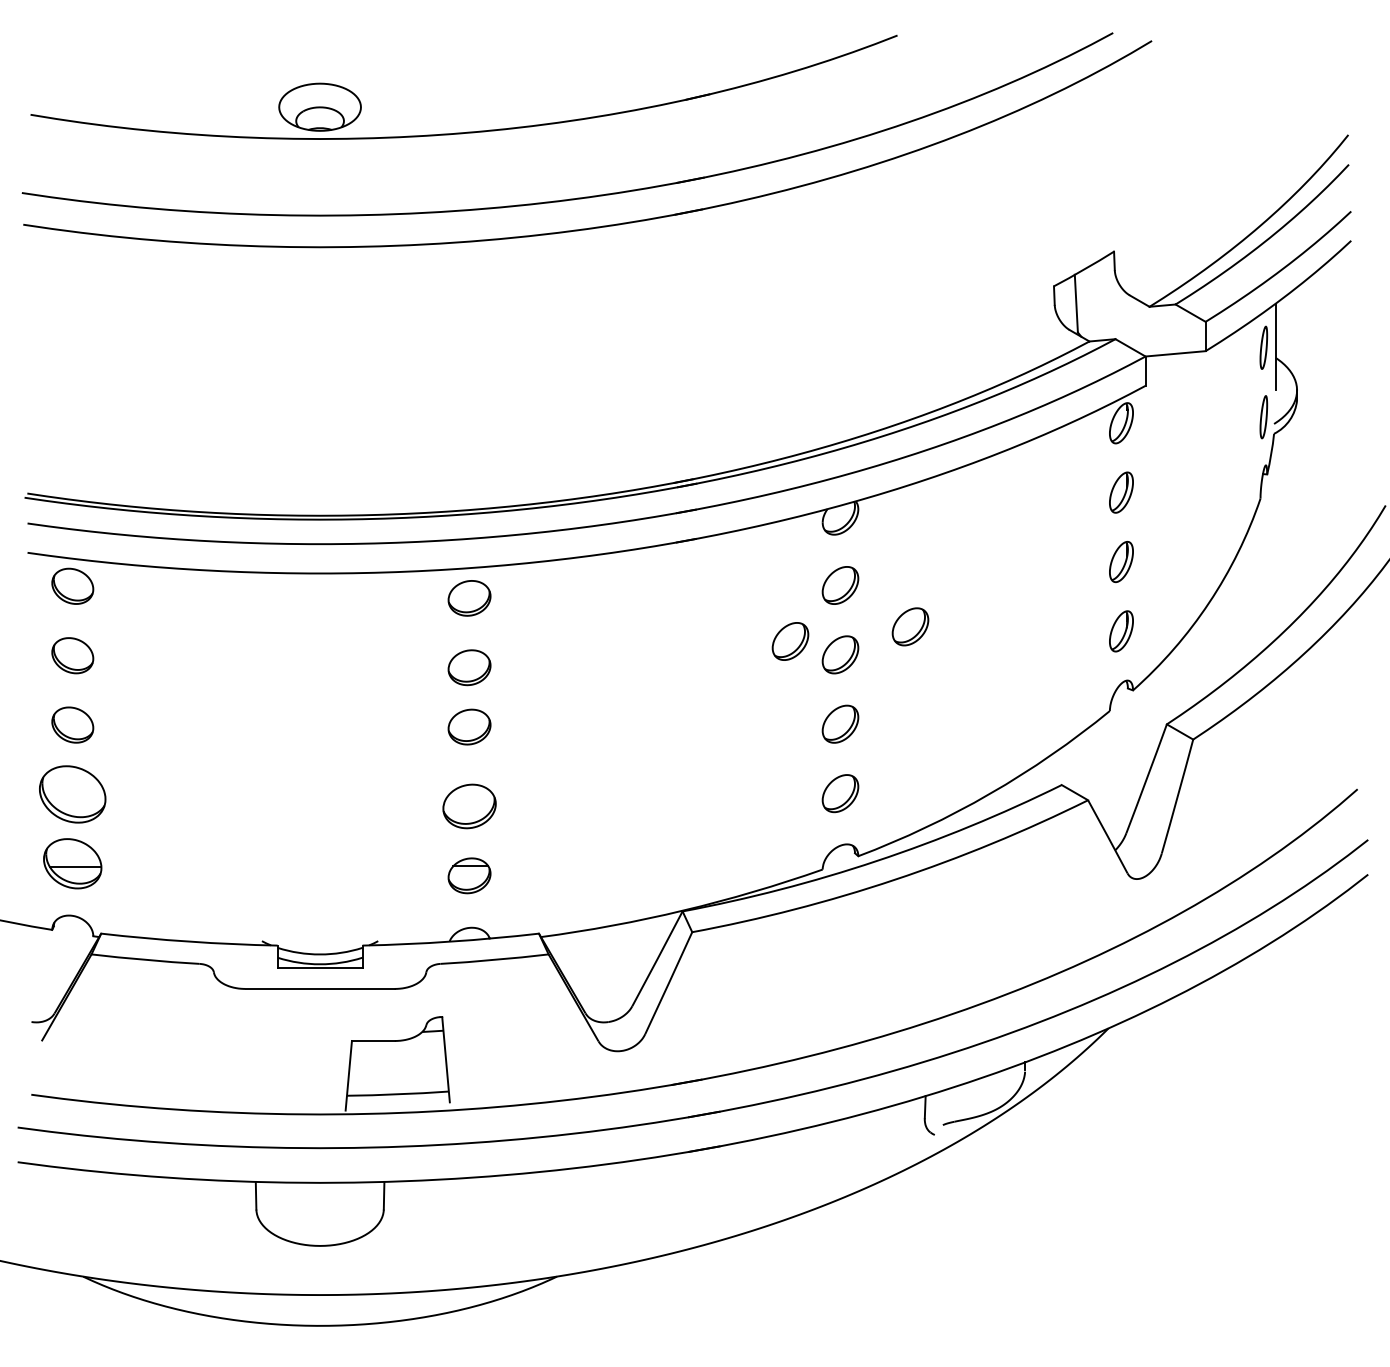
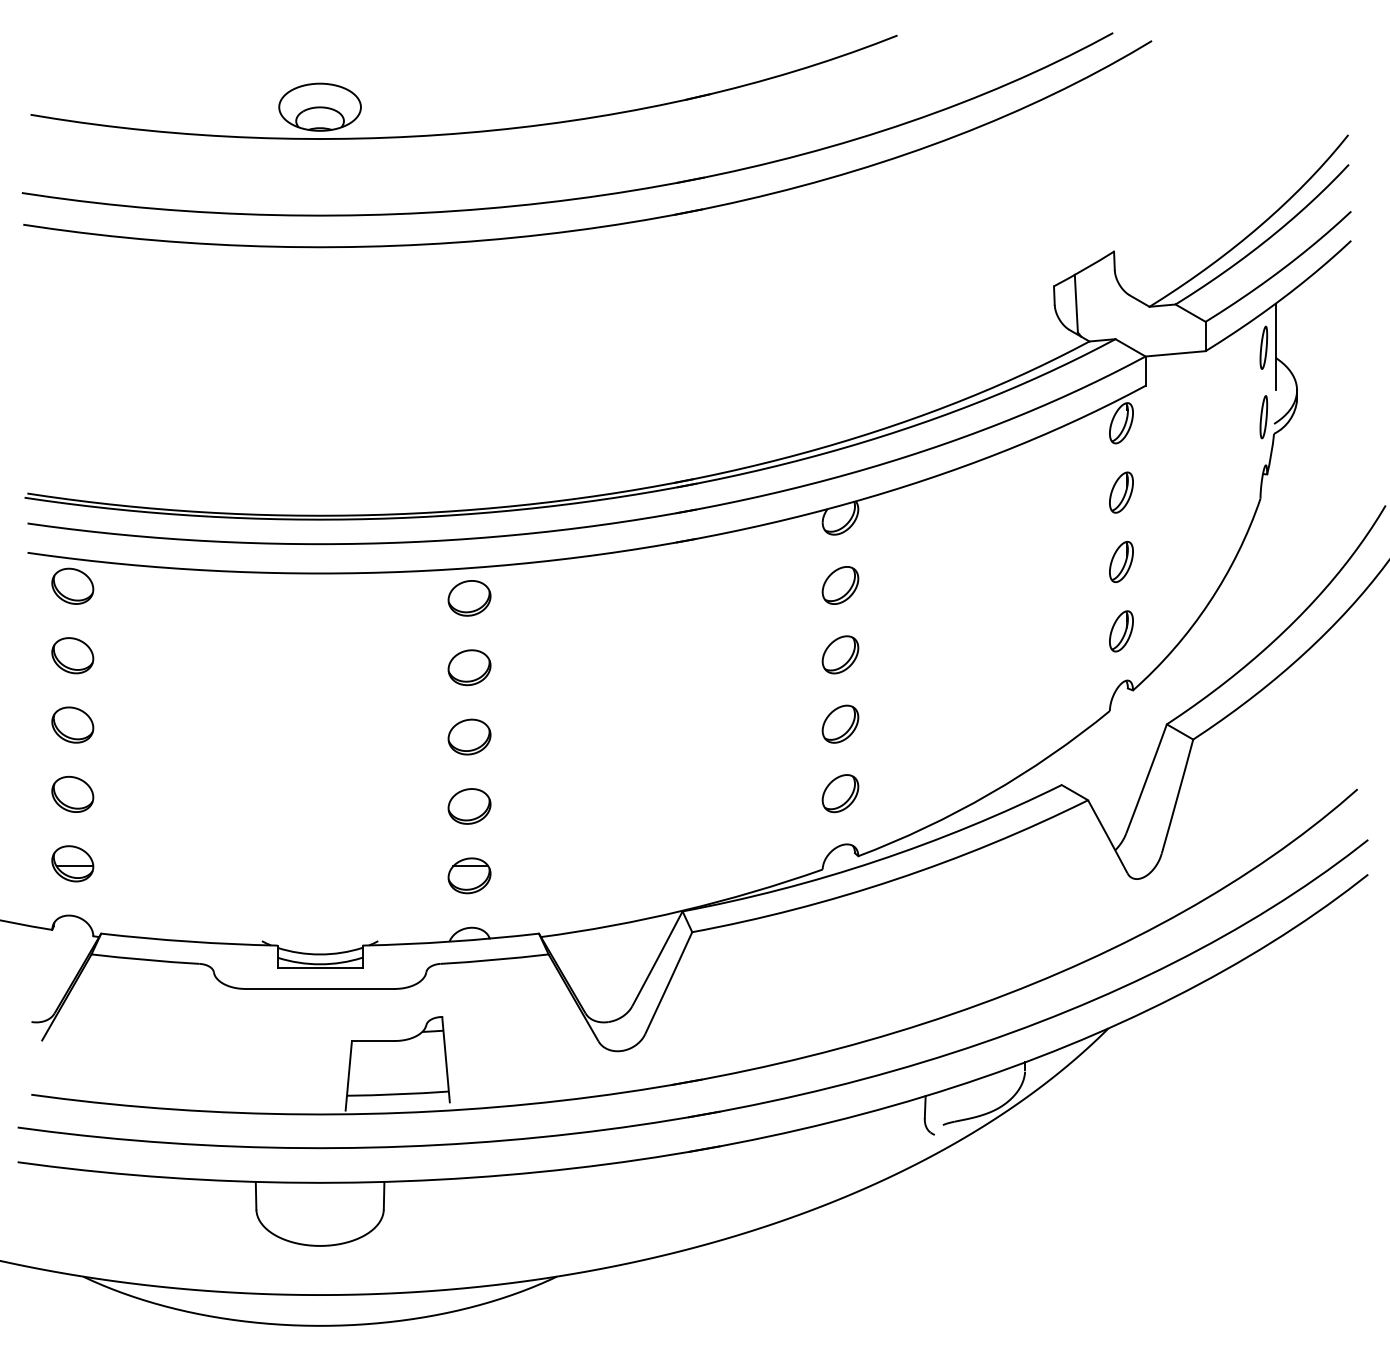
part at (910, 626): present -> none
part at (790, 641): present -> none
part at (469, 726) position: (469, 726) -> (469, 736)
part at (72, 794) size: 68x59 px -> 44x37 px
part at (469, 806) size: 55x47 px -> 45x37 px
part at (72, 863) size: 60x52 px -> 44x38 px
